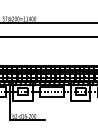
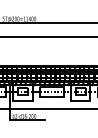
line at (48, 108): none -> present
